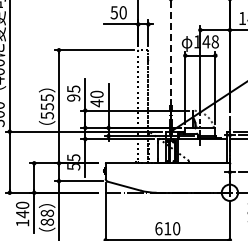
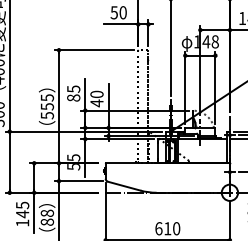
line at (170, 48): dashed -> solid
text at (73, 97): 95 -> 85
text at (22, 205): 140 -> 145
